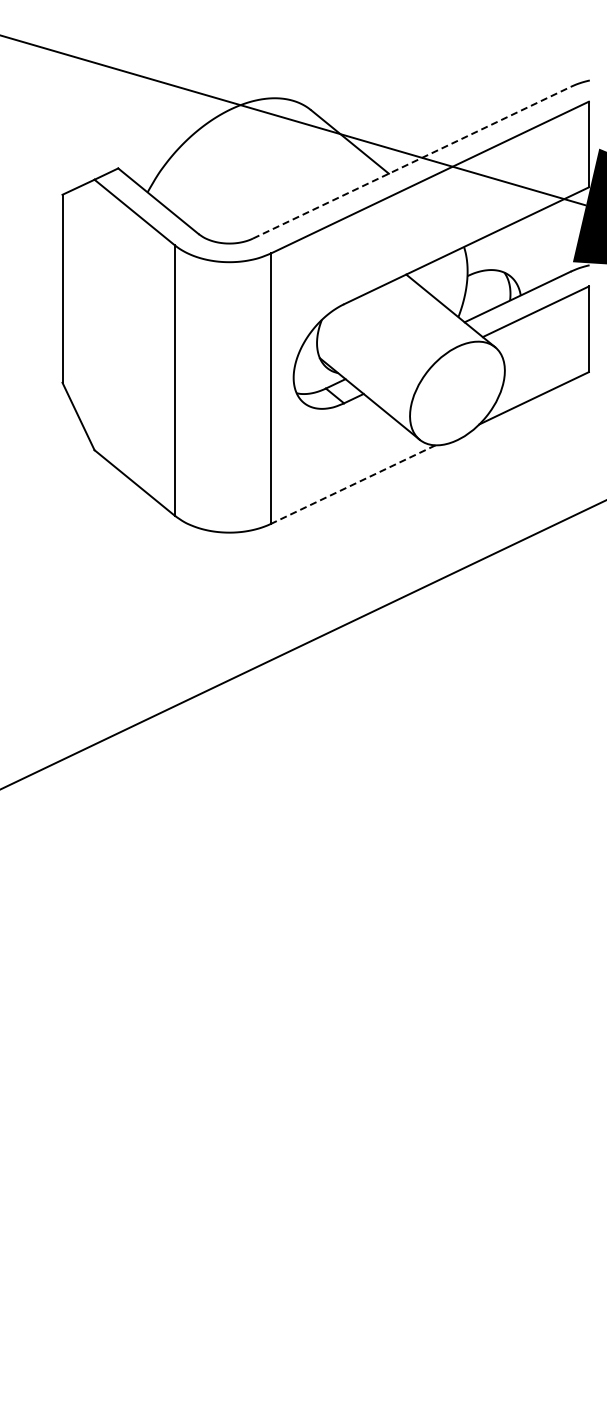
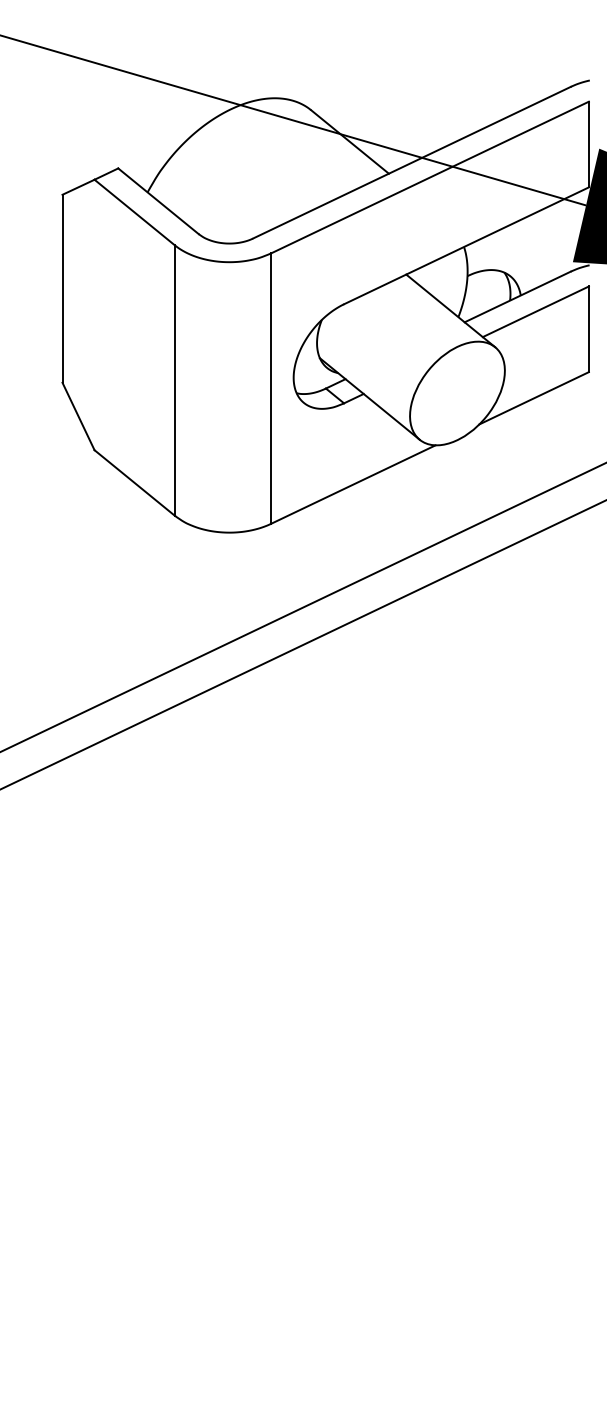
line at (412, 162): dashed -> solid
line at (352, 484): dashed -> solid
line at (302, 607): none -> present
